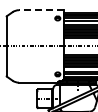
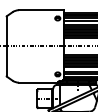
line at (40, 10): dashed -> solid
